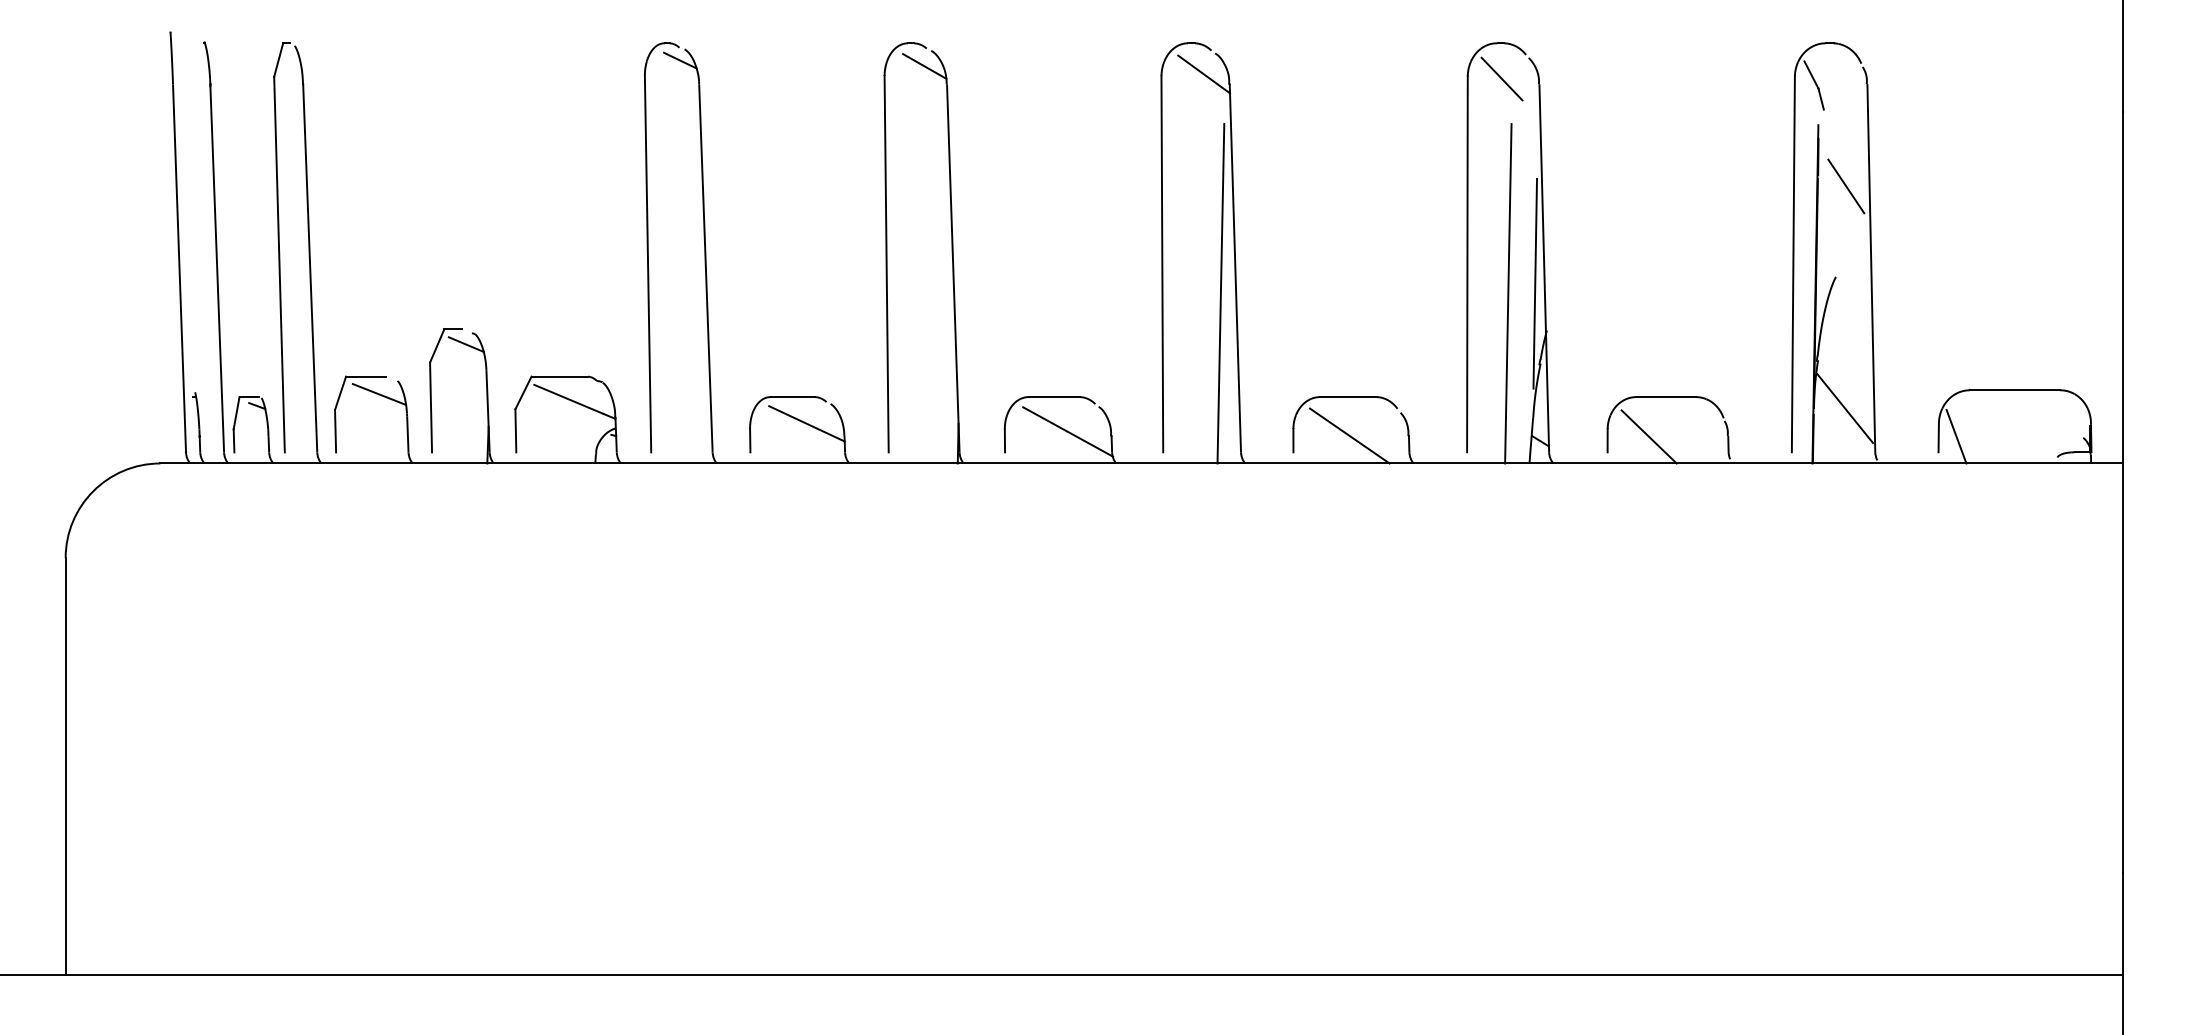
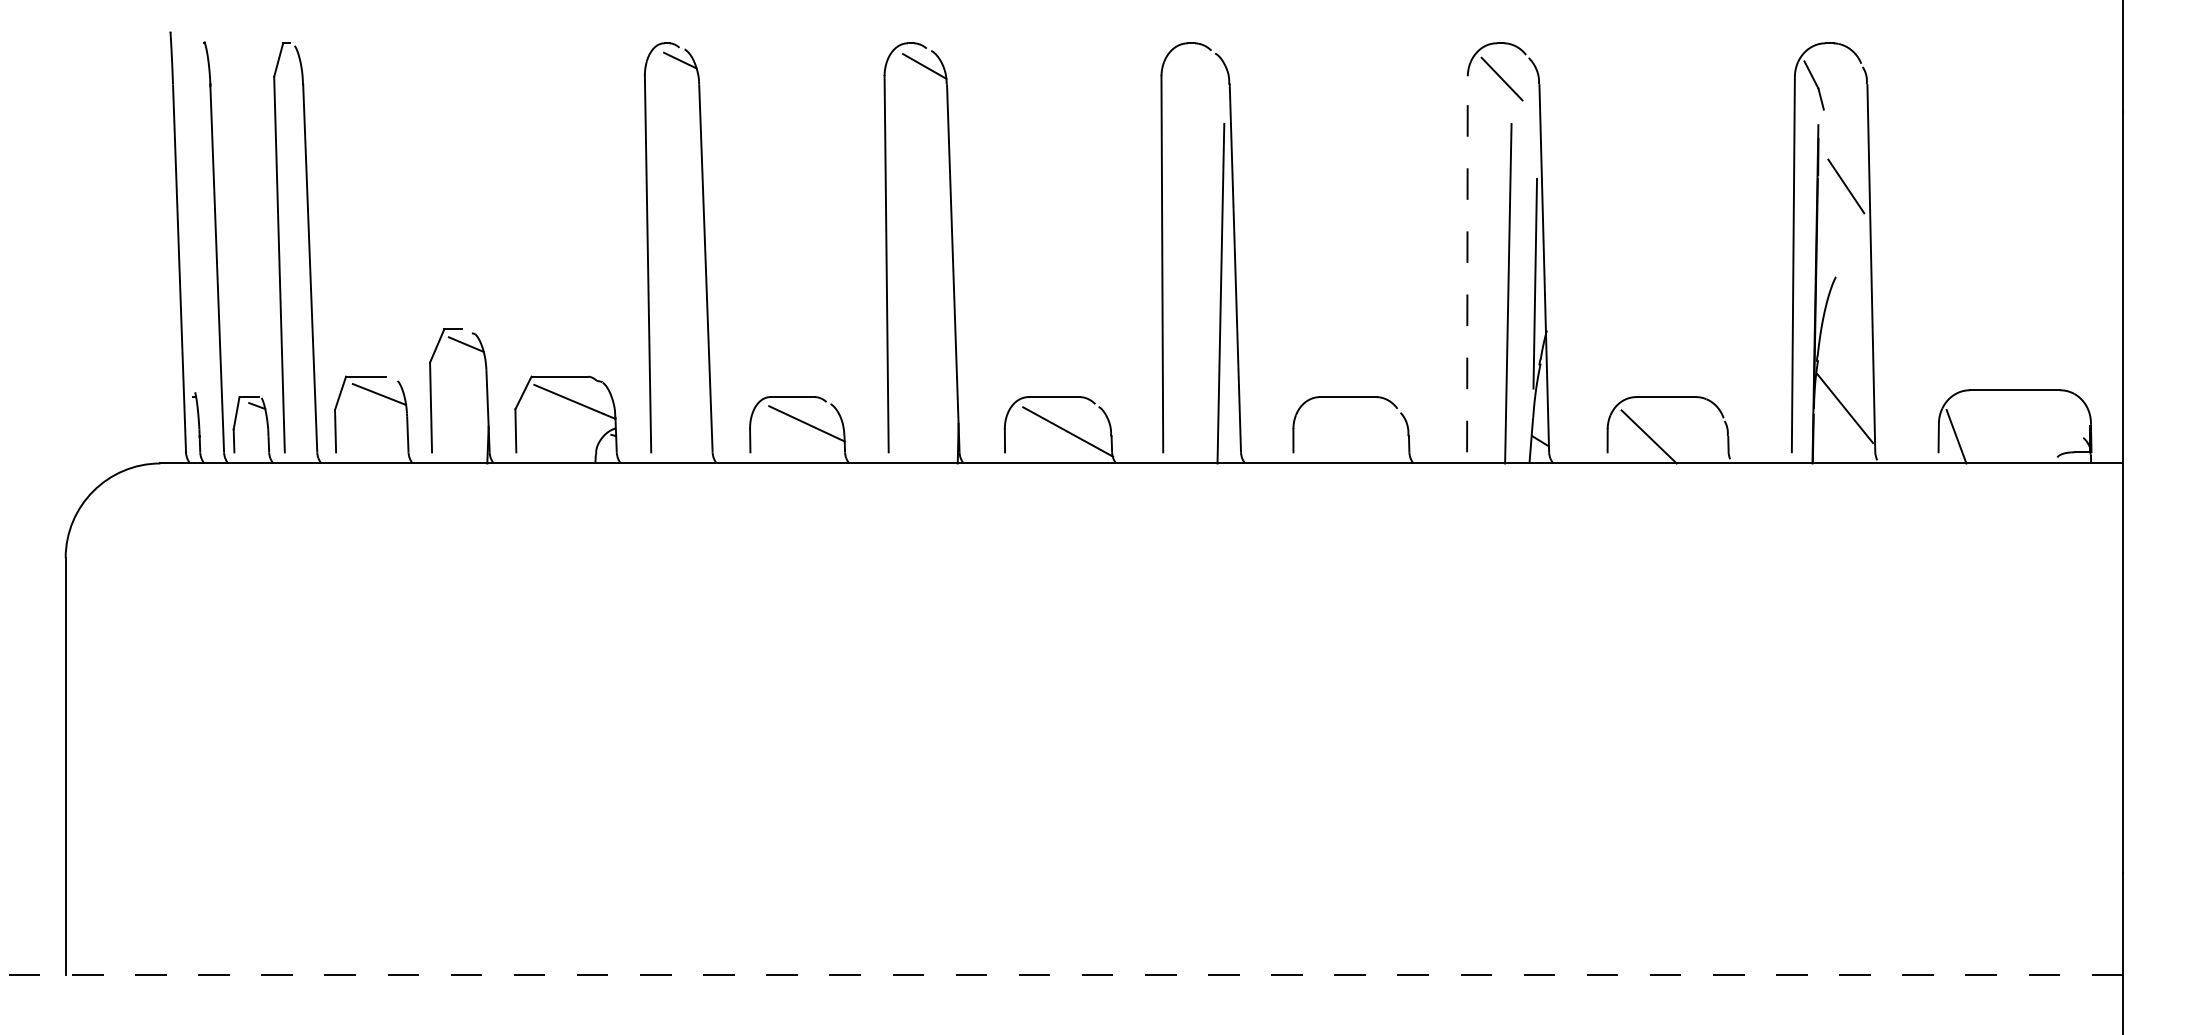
line at (1204, 74): present -> none
line at (1467, 263): solid -> dashed
line at (1349, 435): present -> none
line at (1061, 974): solid -> dashed
